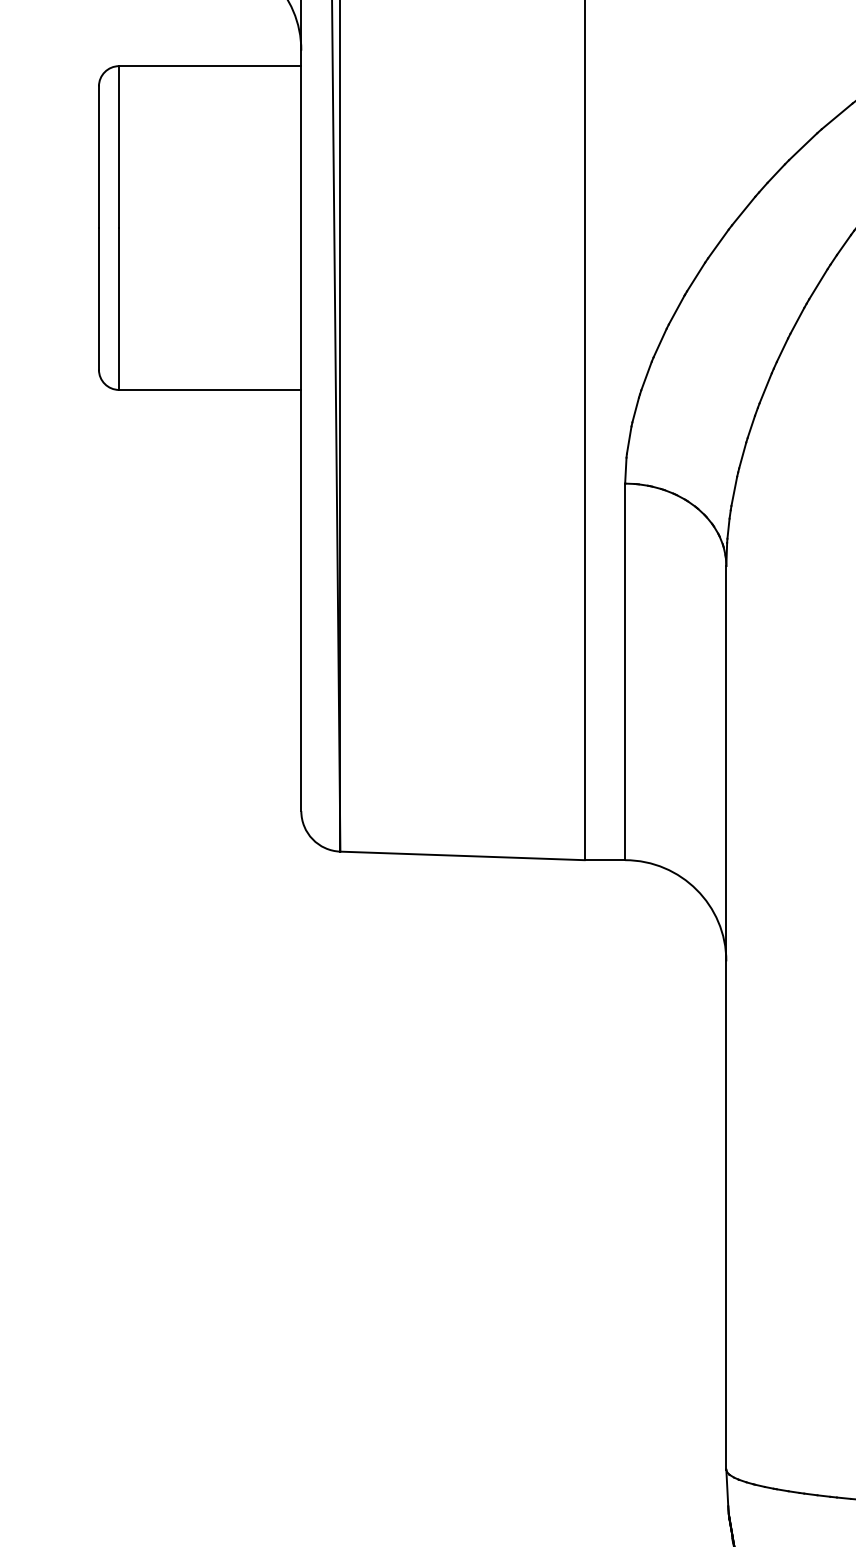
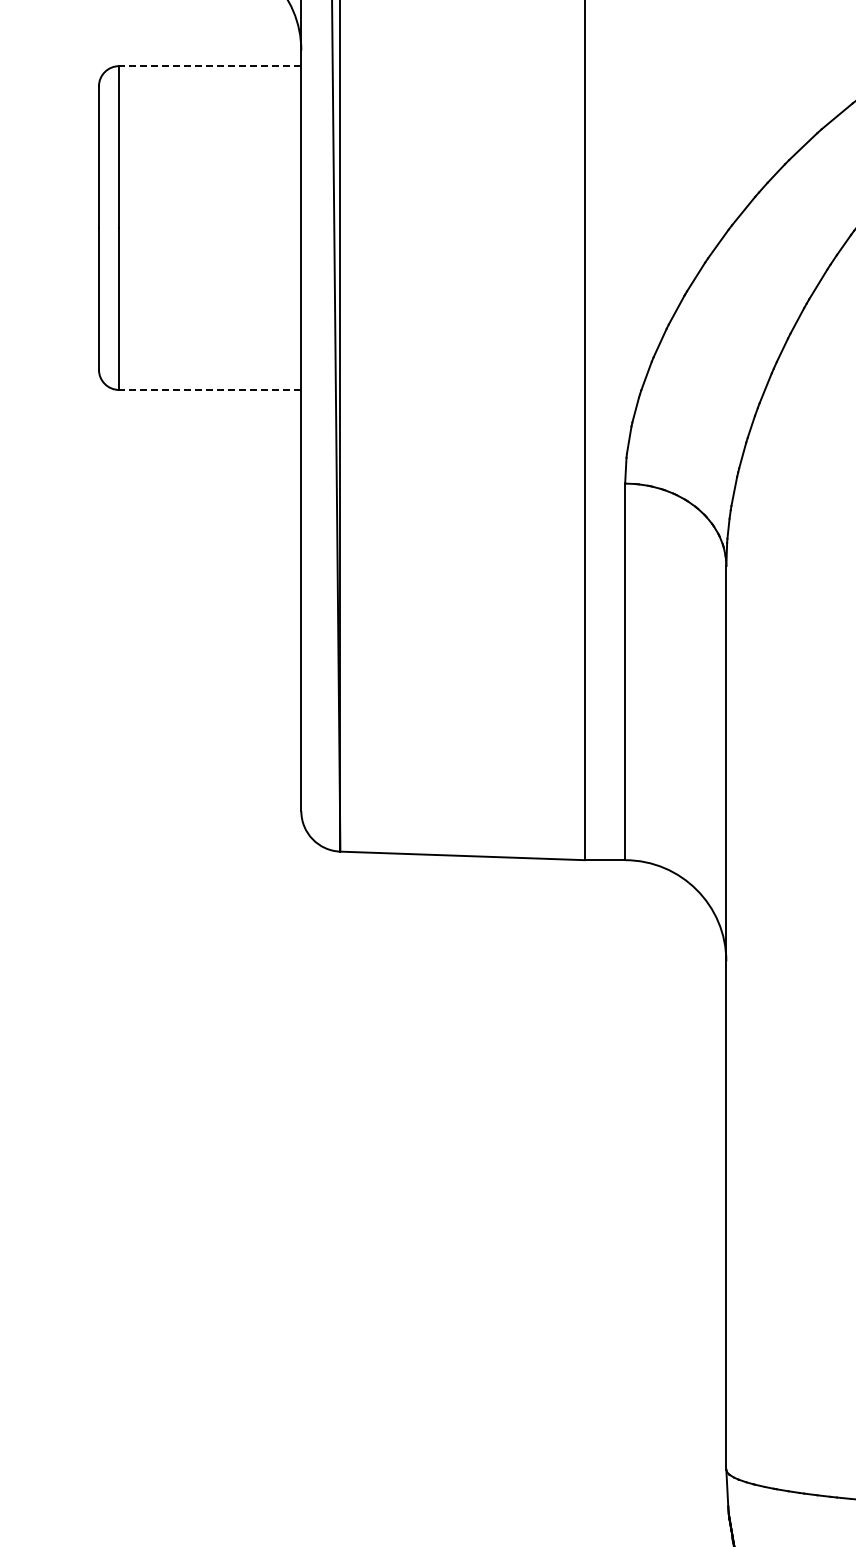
line at (209, 66): solid -> dashed
line at (209, 389): solid -> dashed
